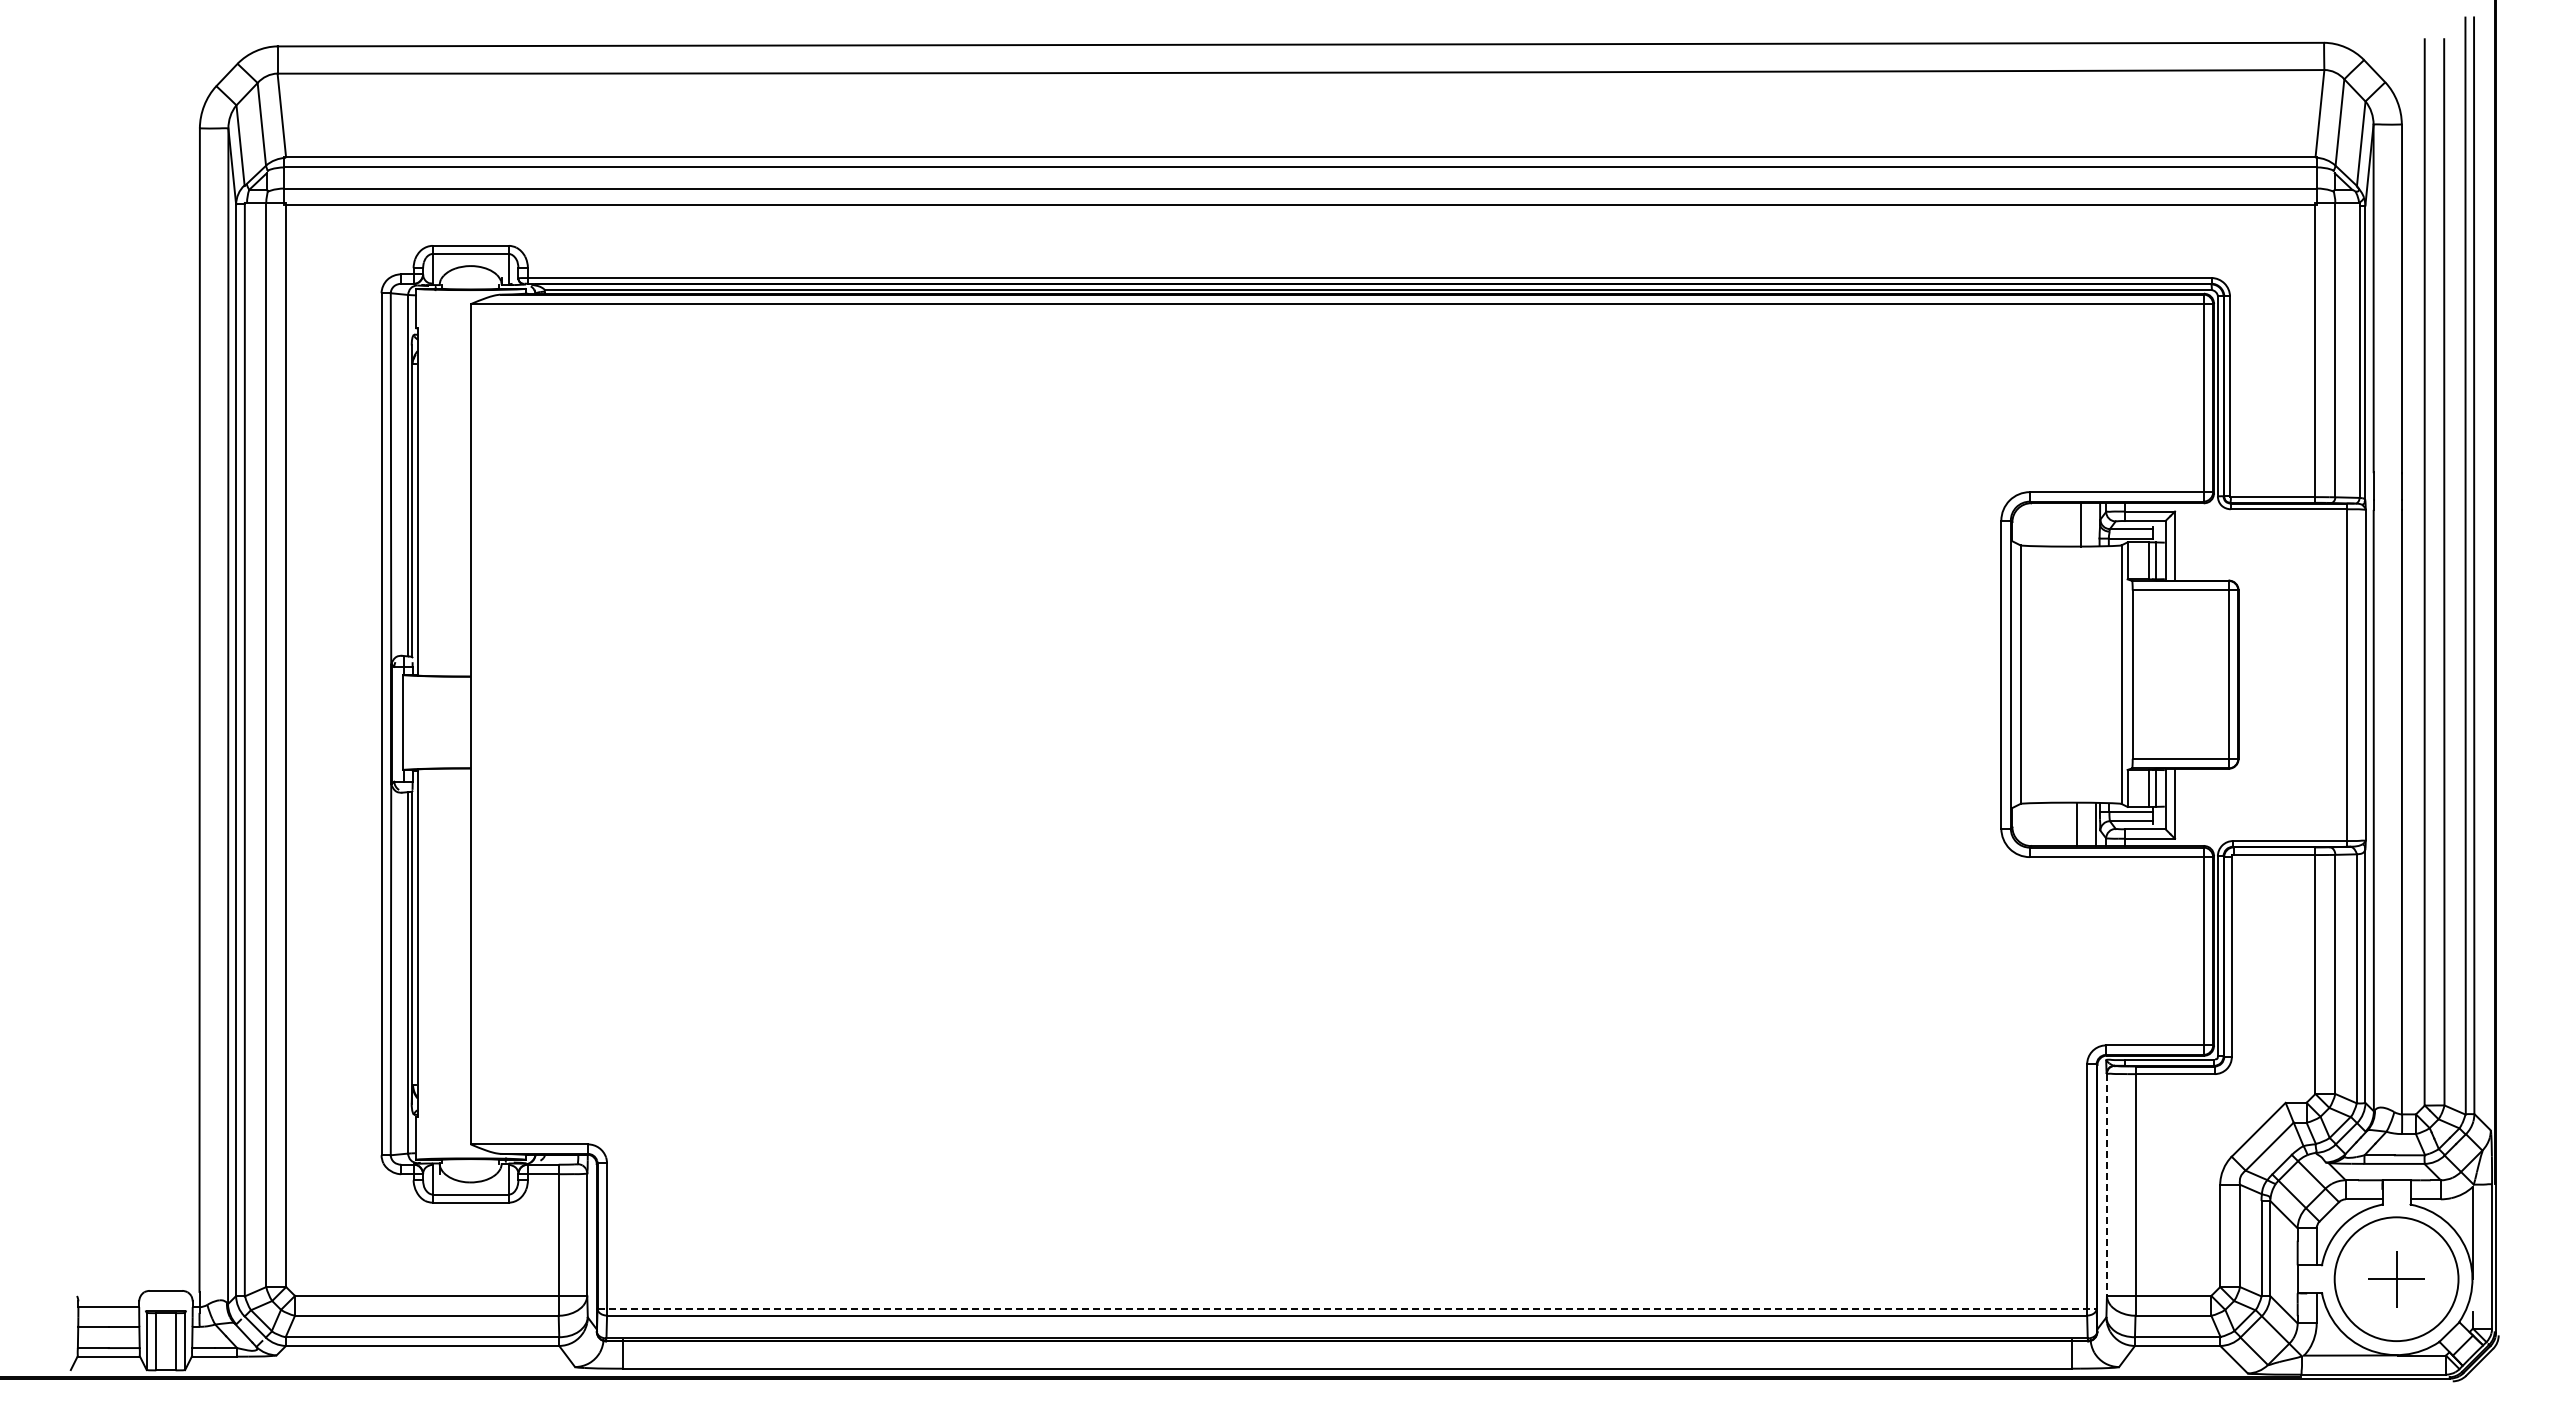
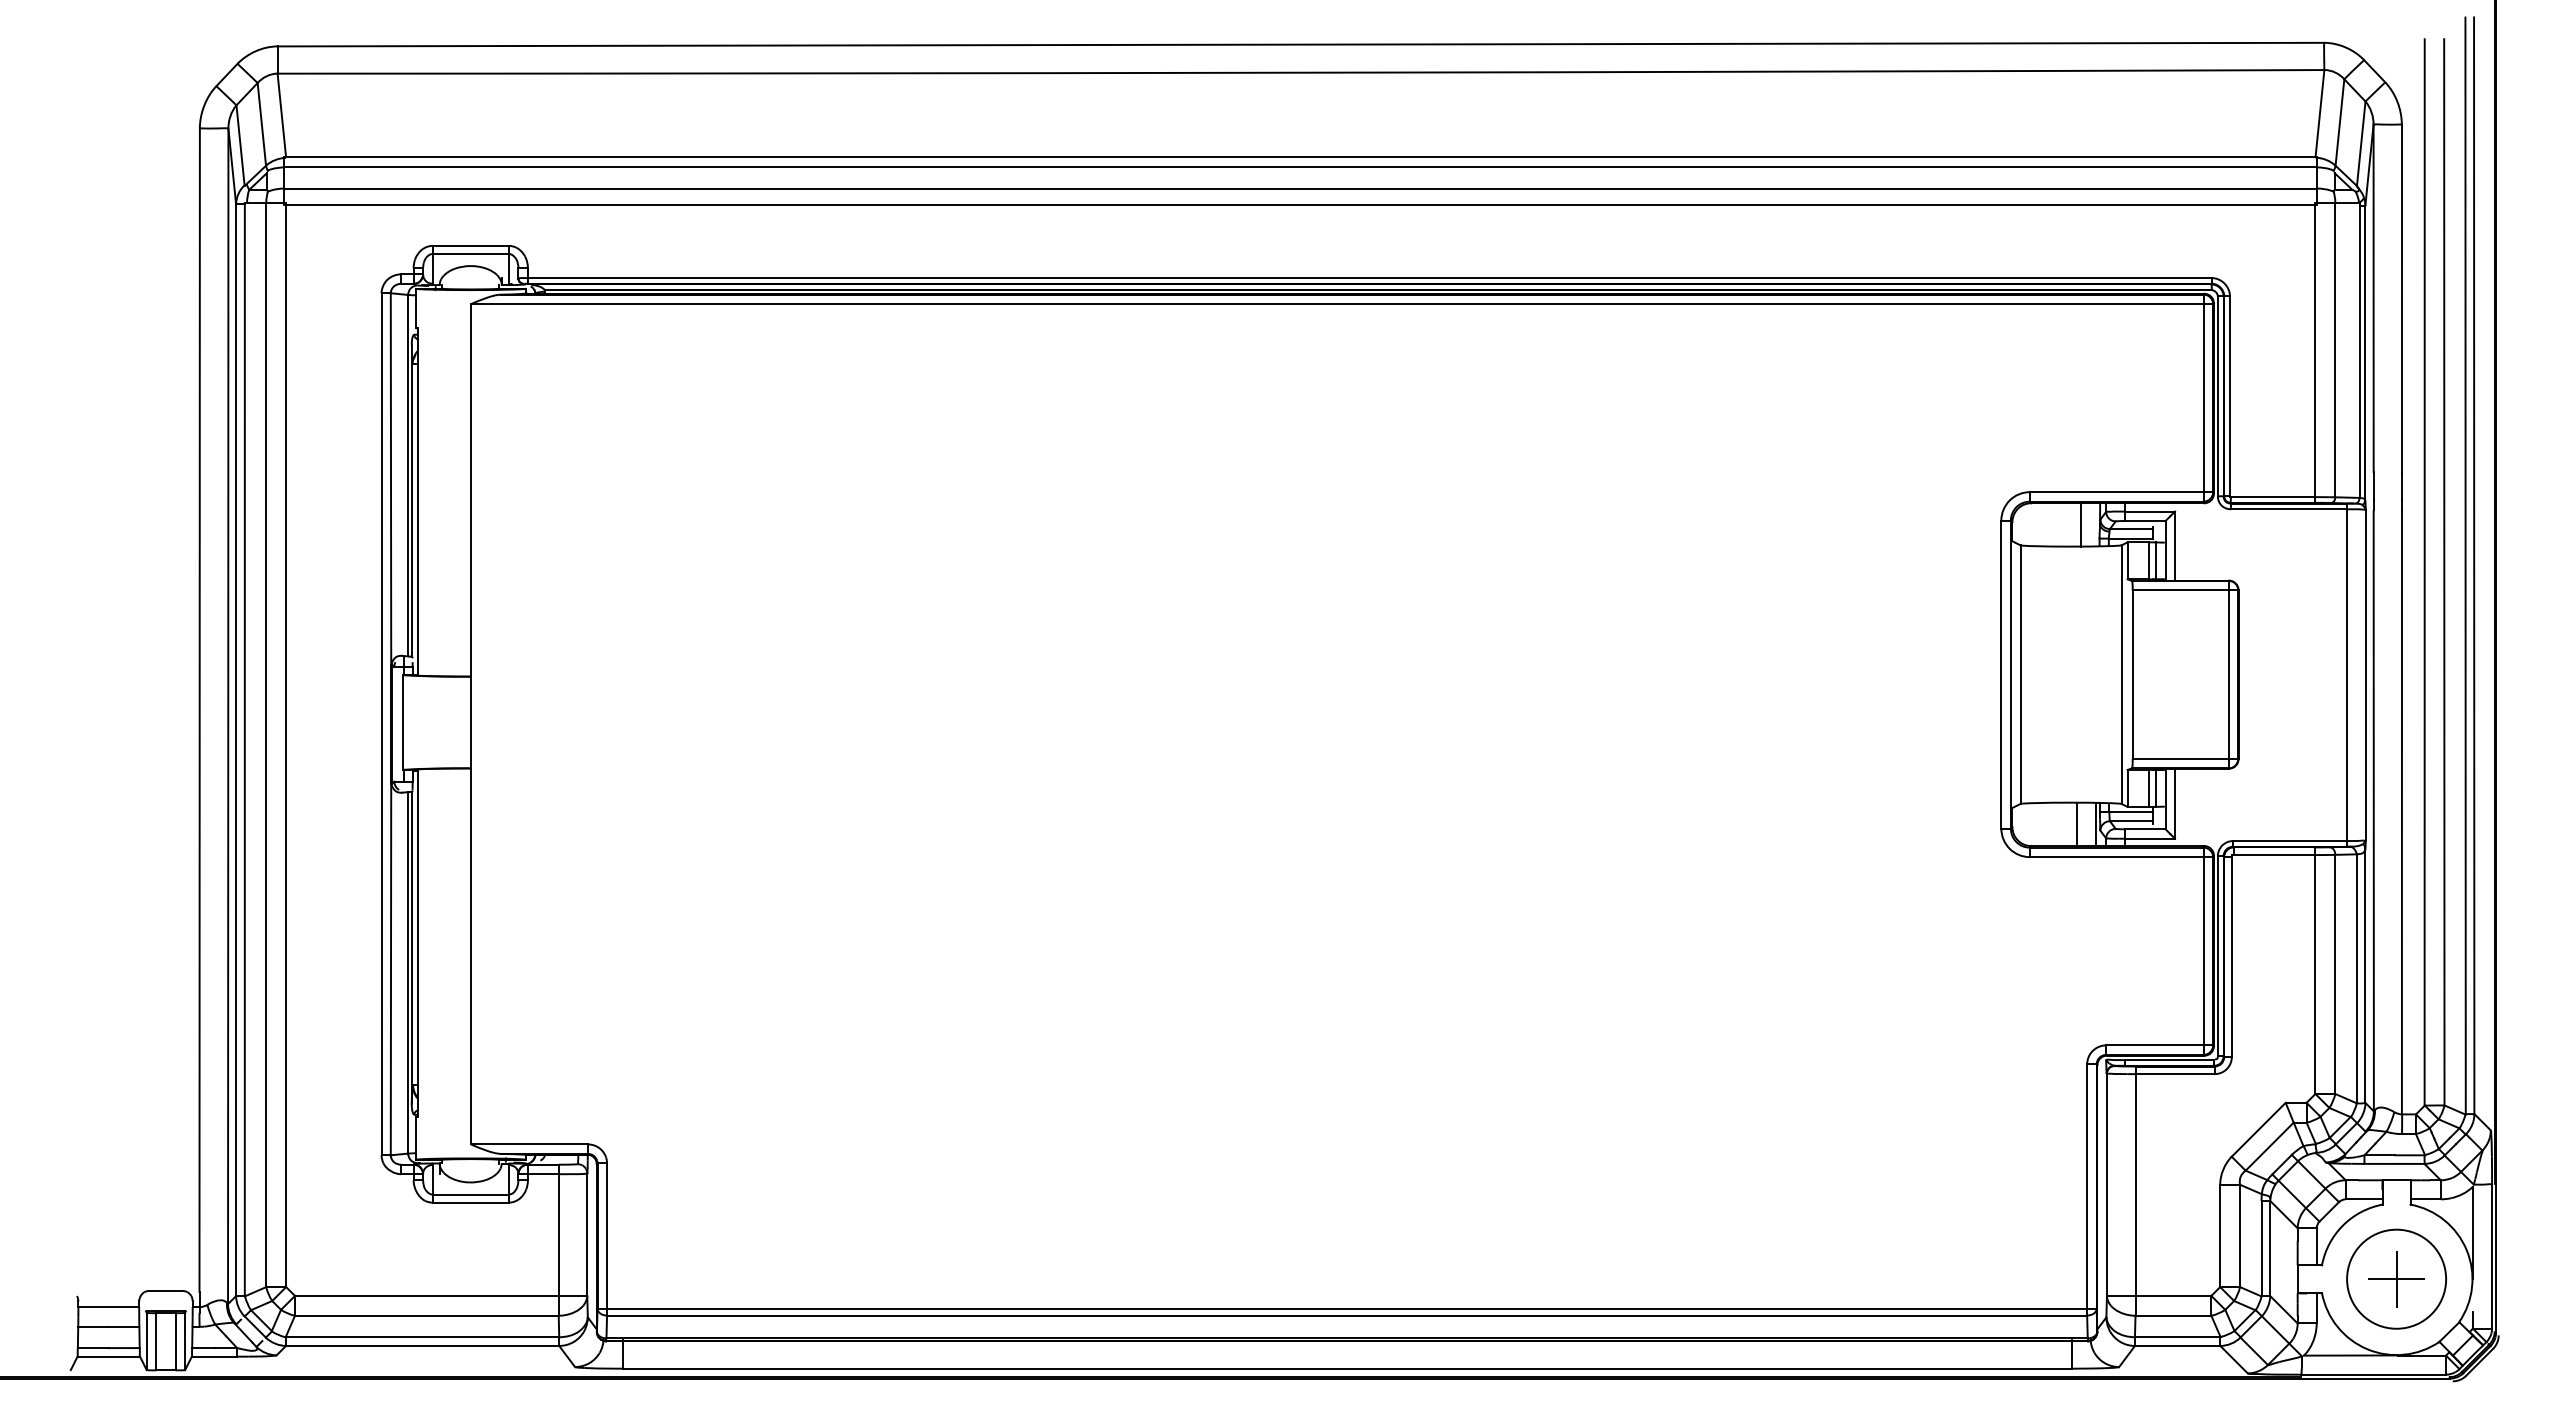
line at (2106, 1185): dashed -> solid
circle at (2396, 1279) diameter: 124 px -> 99 px
line at (1347, 1308): dashed -> solid
